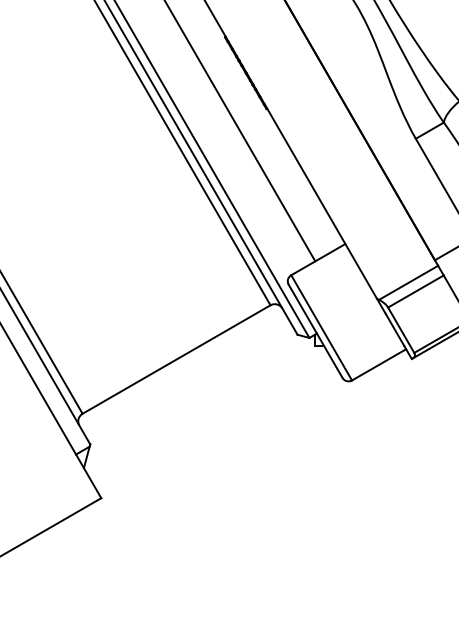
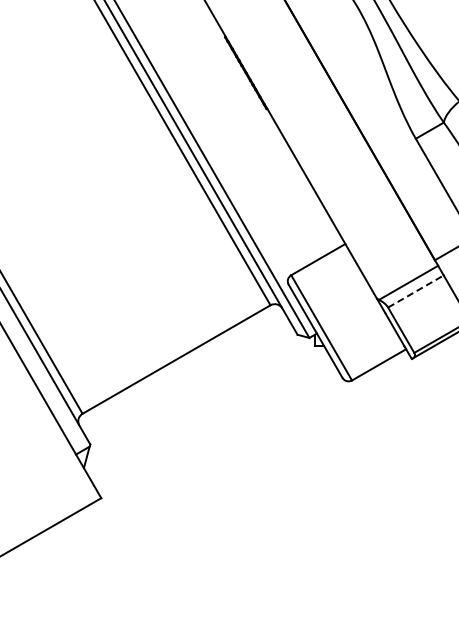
line at (240, 131): present -> none
line at (416, 291): solid -> dashed
